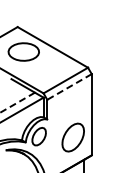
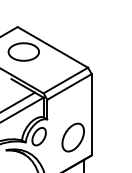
line at (69, 86): dashed -> solid
line at (17, 102): dashed -> solid
